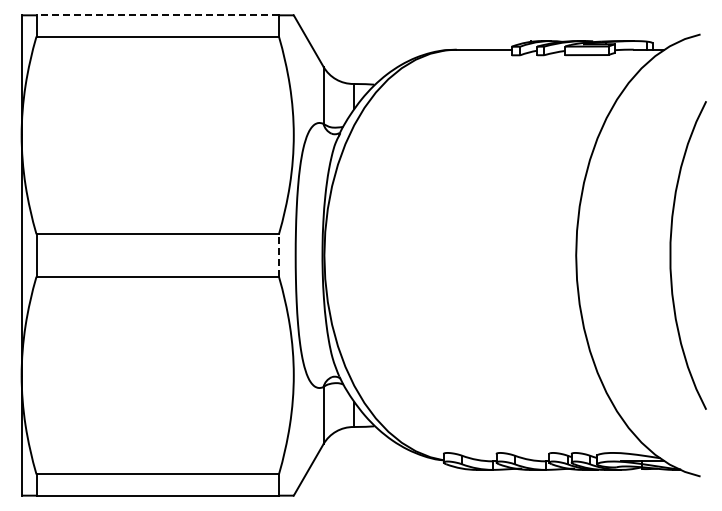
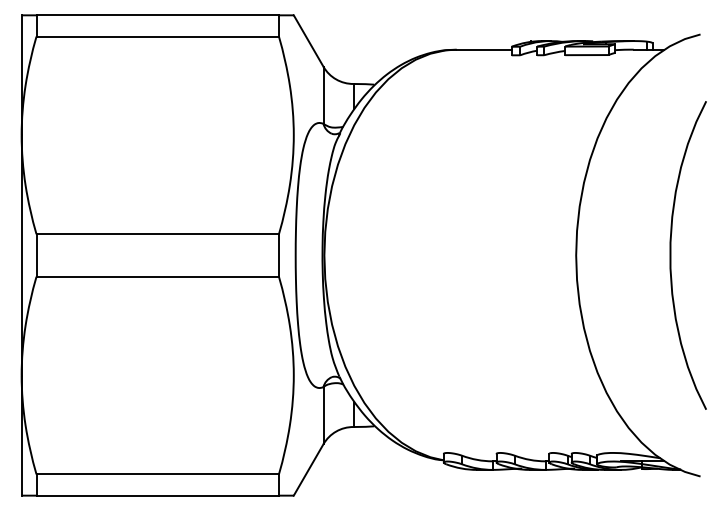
line at (157, 15): dashed -> solid
line at (278, 255): dashed -> solid
